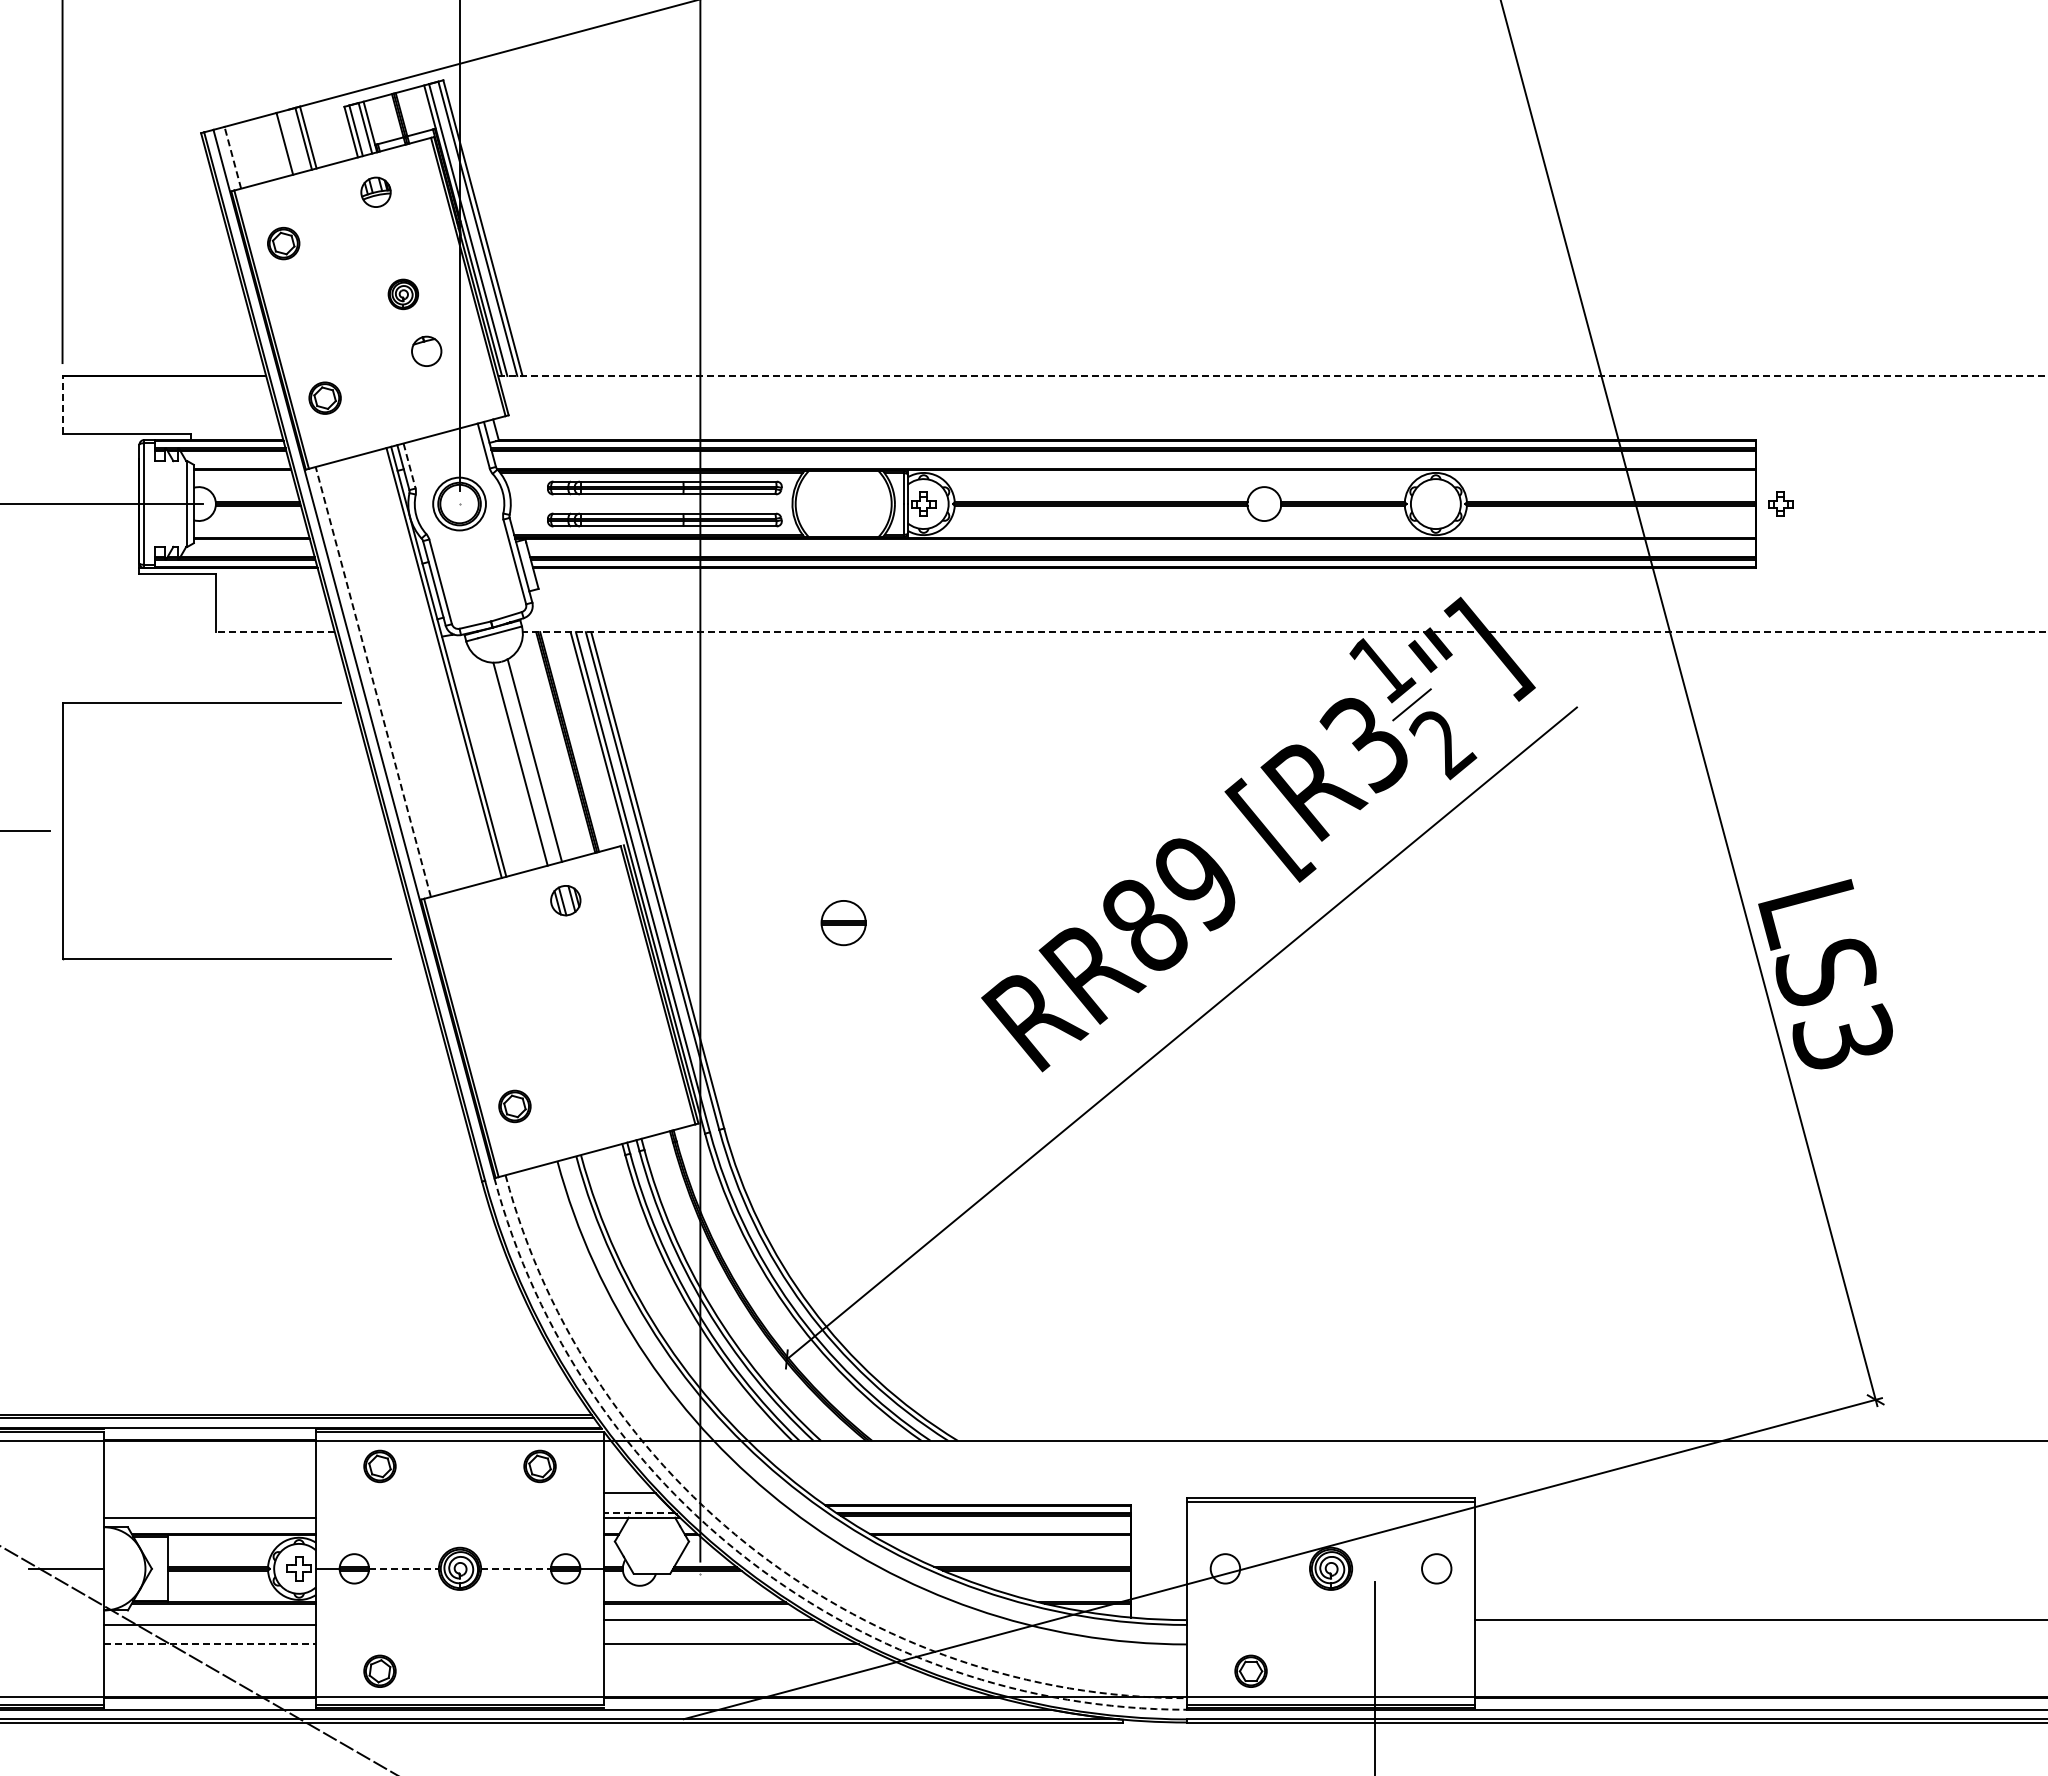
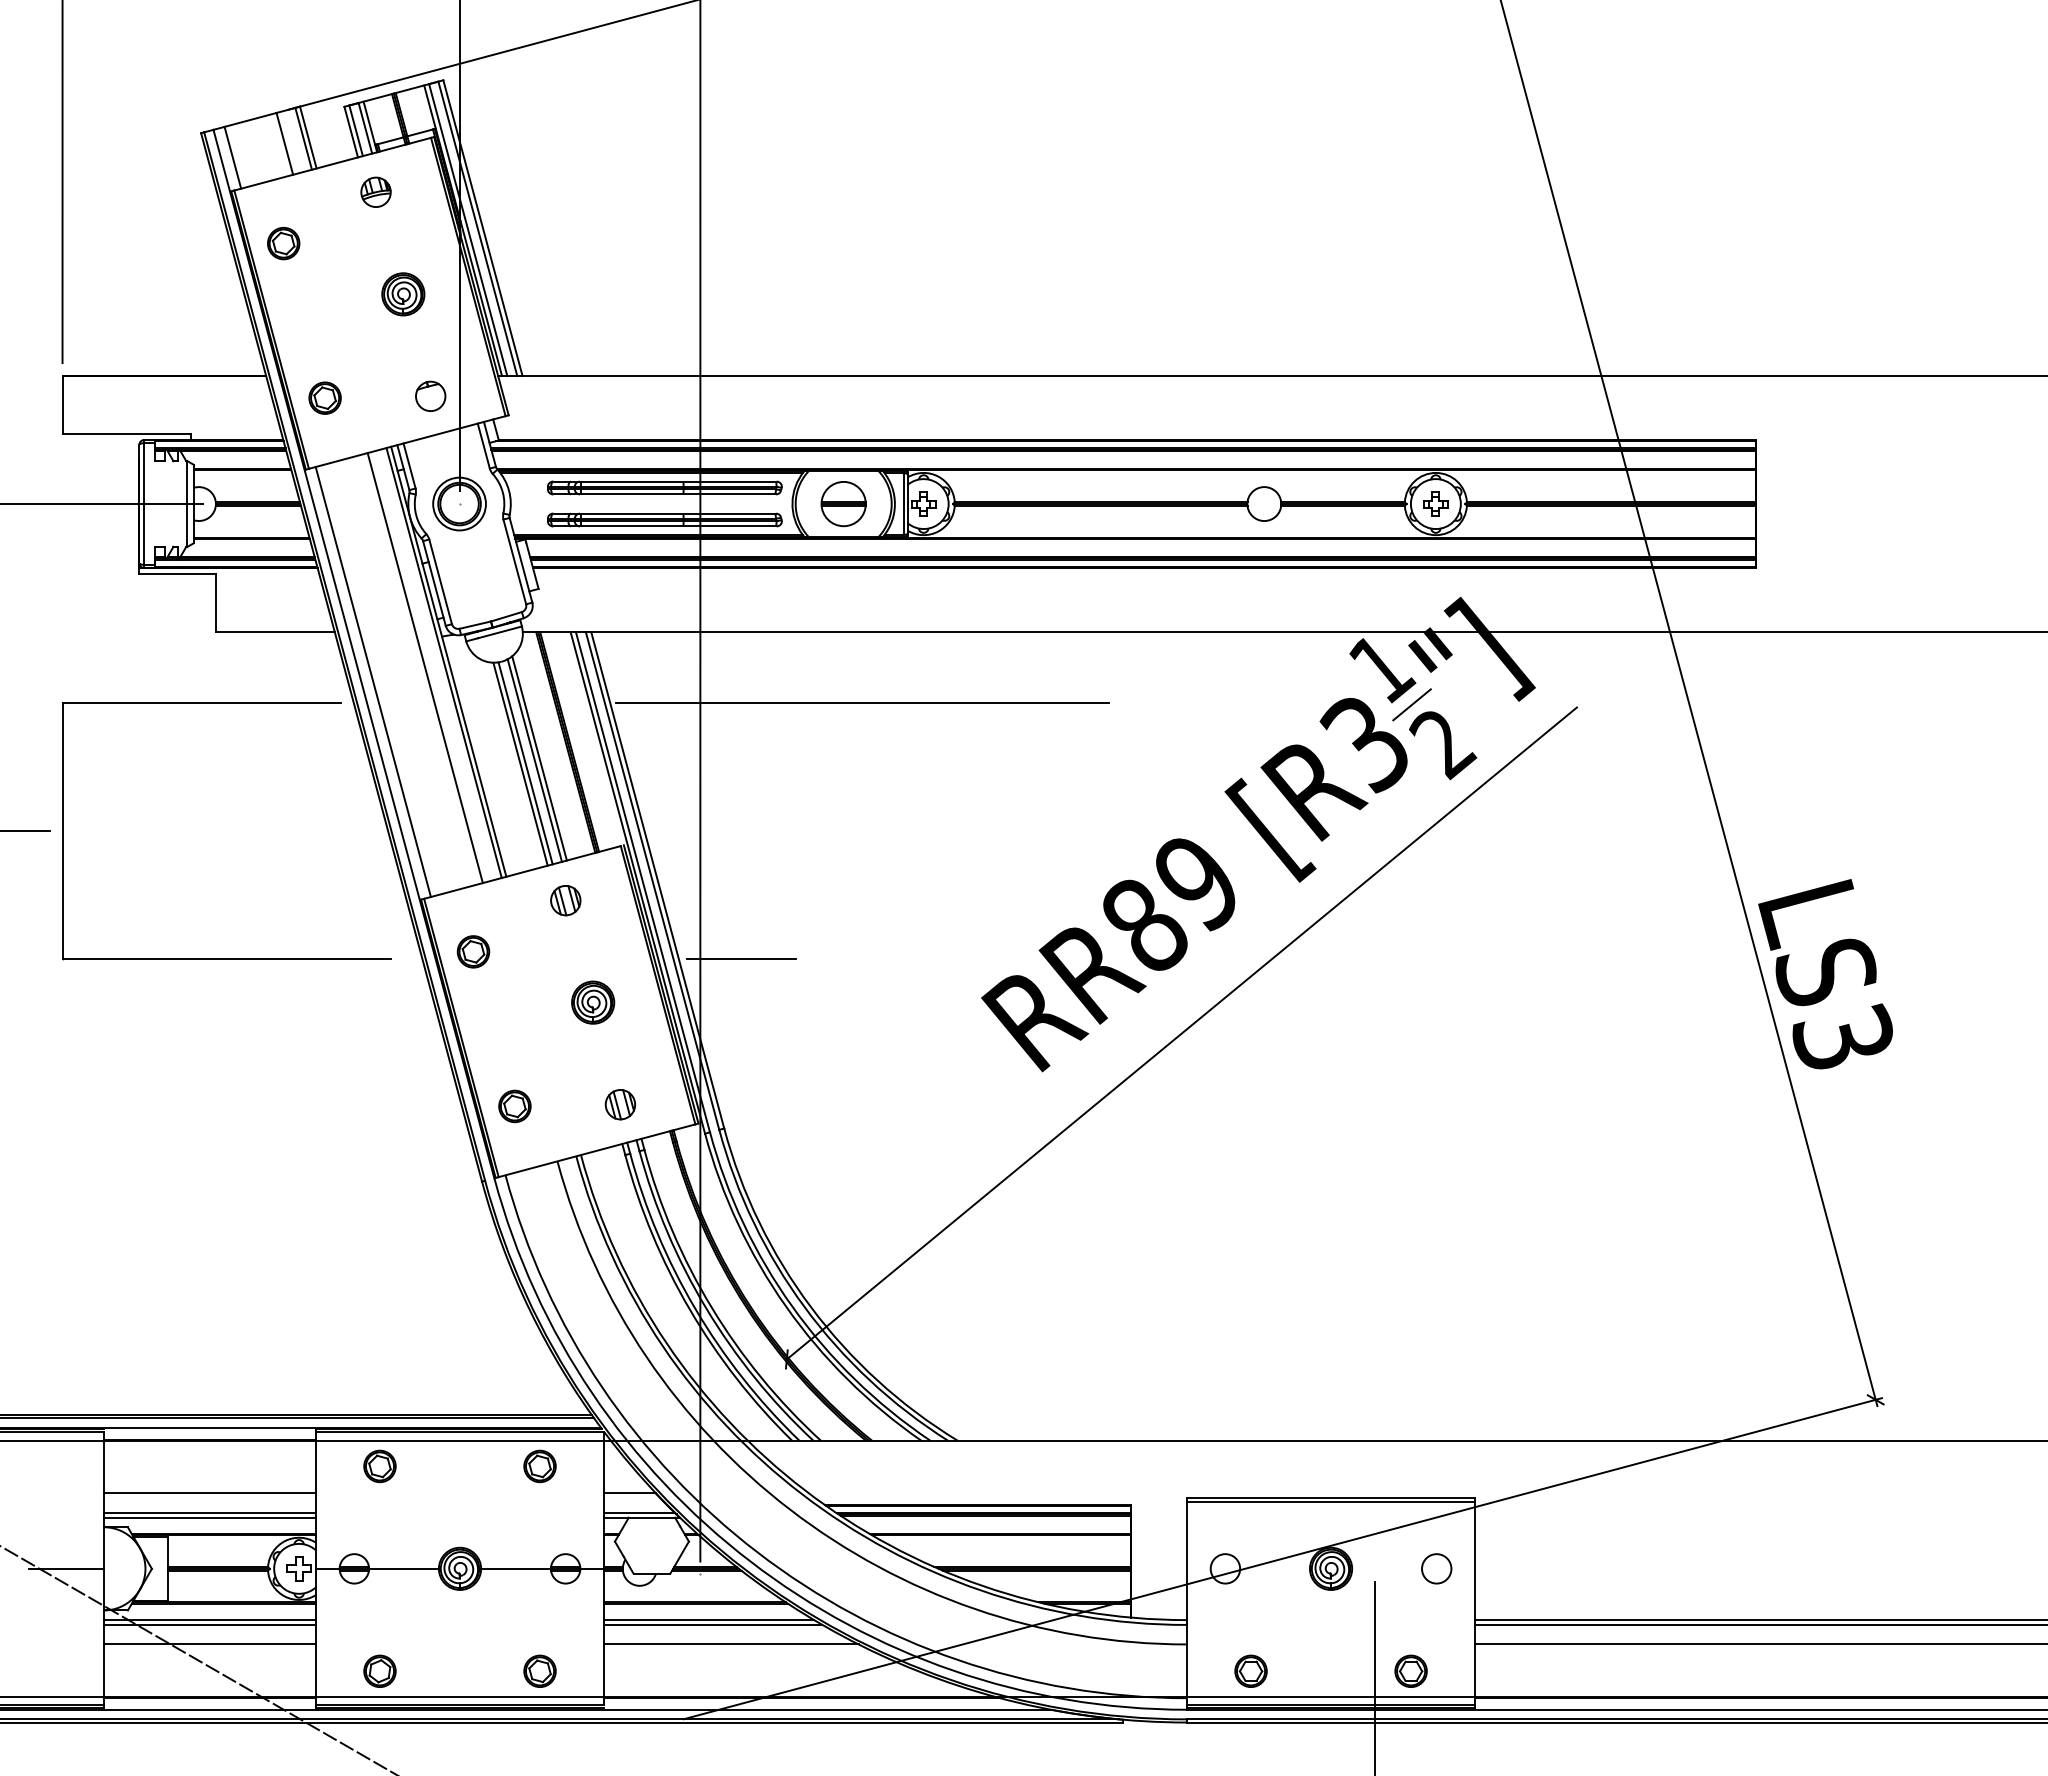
line at (232, 157): dashed -> solid
part at (403, 294) size: 33x33 px -> 45x45 px
part at (426, 350) position: (426, 350) -> (430, 395)
line at (1272, 375): dashed -> solid
line at (62, 404): dashed -> solid
line at (409, 466): dashed -> solid
part at (1780, 503) position: (1780, 503) -> (1435, 503)
line at (275, 632): dashed -> solid
line at (1284, 632): dashed -> solid
line at (424, 668): none -> present
line at (373, 681): dashed -> solid
line at (862, 702): none -> present
line at (539, 758): none -> present
line at (525, 763): none -> present
part at (843, 923) position: (843, 923) -> (843, 504)
part at (473, 951): none -> present
line at (740, 958): none -> present
part at (593, 1002): none -> present
part at (620, 1104): none -> present
line at (209, 1493): none -> present
line at (209, 1512): none -> present
line at (638, 1512): dashed -> solid
arc at (757, 1552): dashed -> solid
arc at (750, 1561): dashed -> solid
line at (404, 1568): dashed -> solid
line at (516, 1568): dashed -> solid
line at (209, 1620): none -> present
line at (713, 1624): none -> present
line at (1759, 1624): none -> present
line at (210, 1644): dashed -> solid
line at (1759, 1644): none -> present
part at (539, 1670): none -> present
part at (1410, 1670): none -> present
